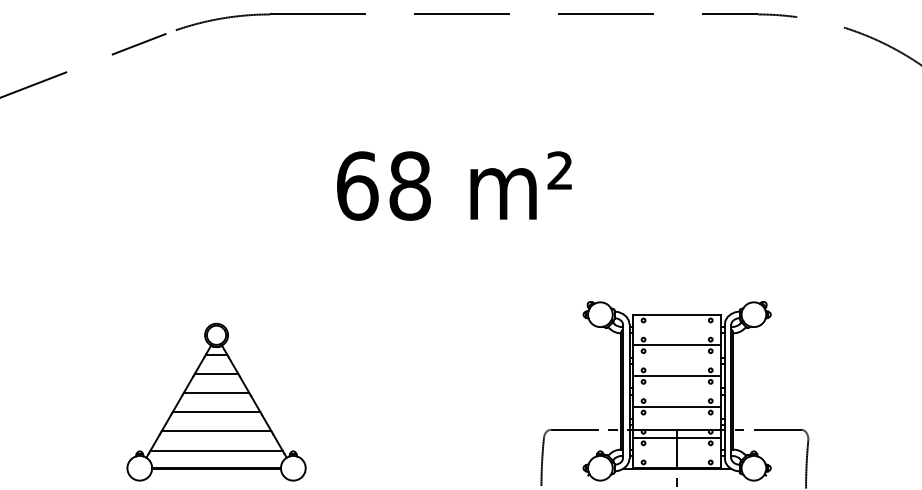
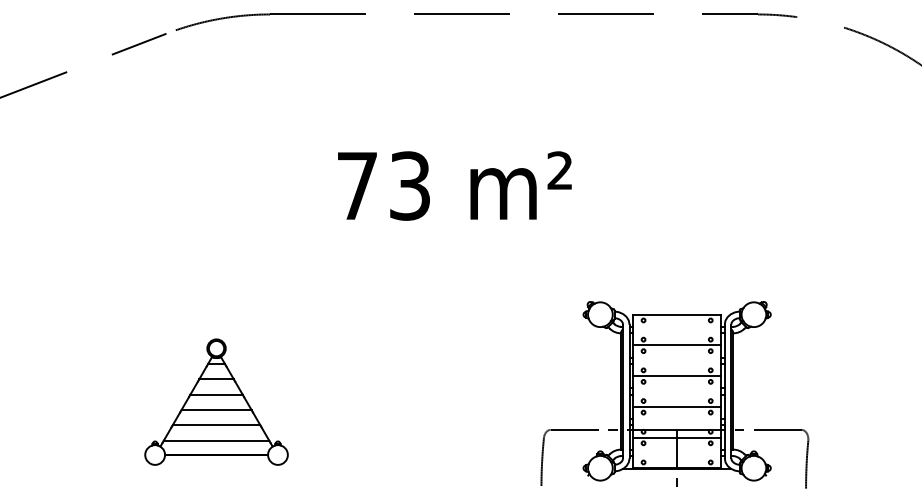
text at (383, 185): 68 -> 73
part at (216, 401) size: 181x160 px -> 145x128 px
